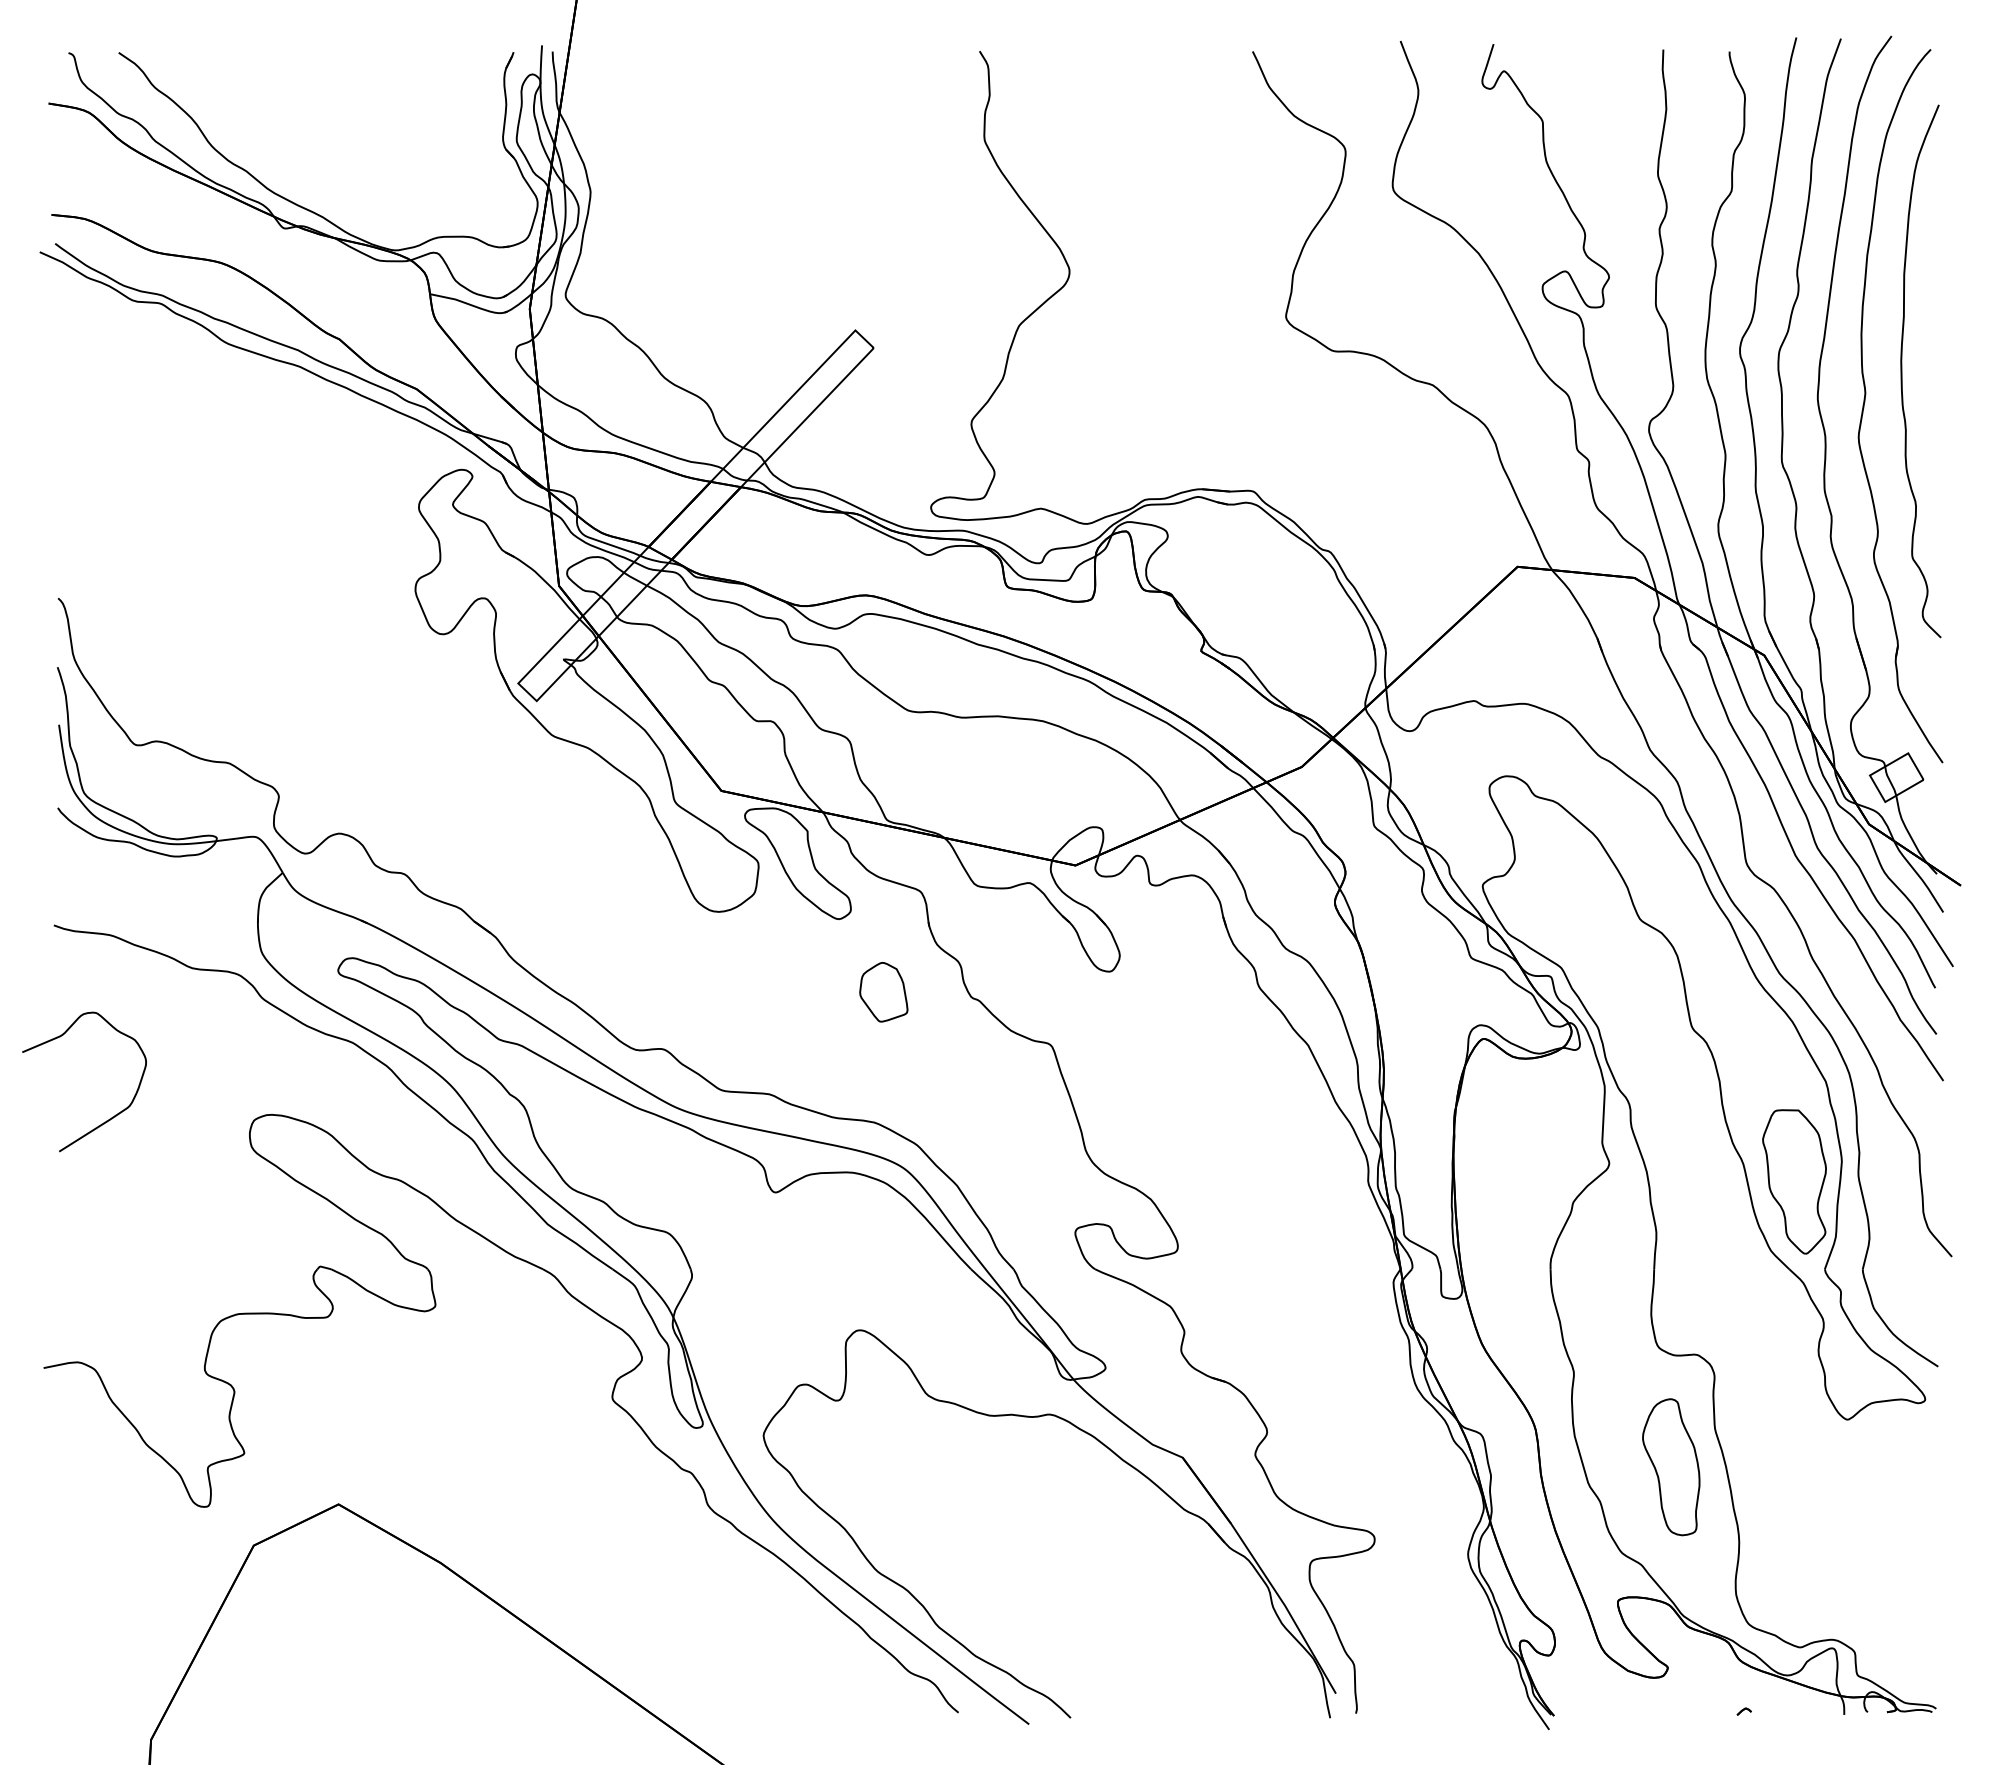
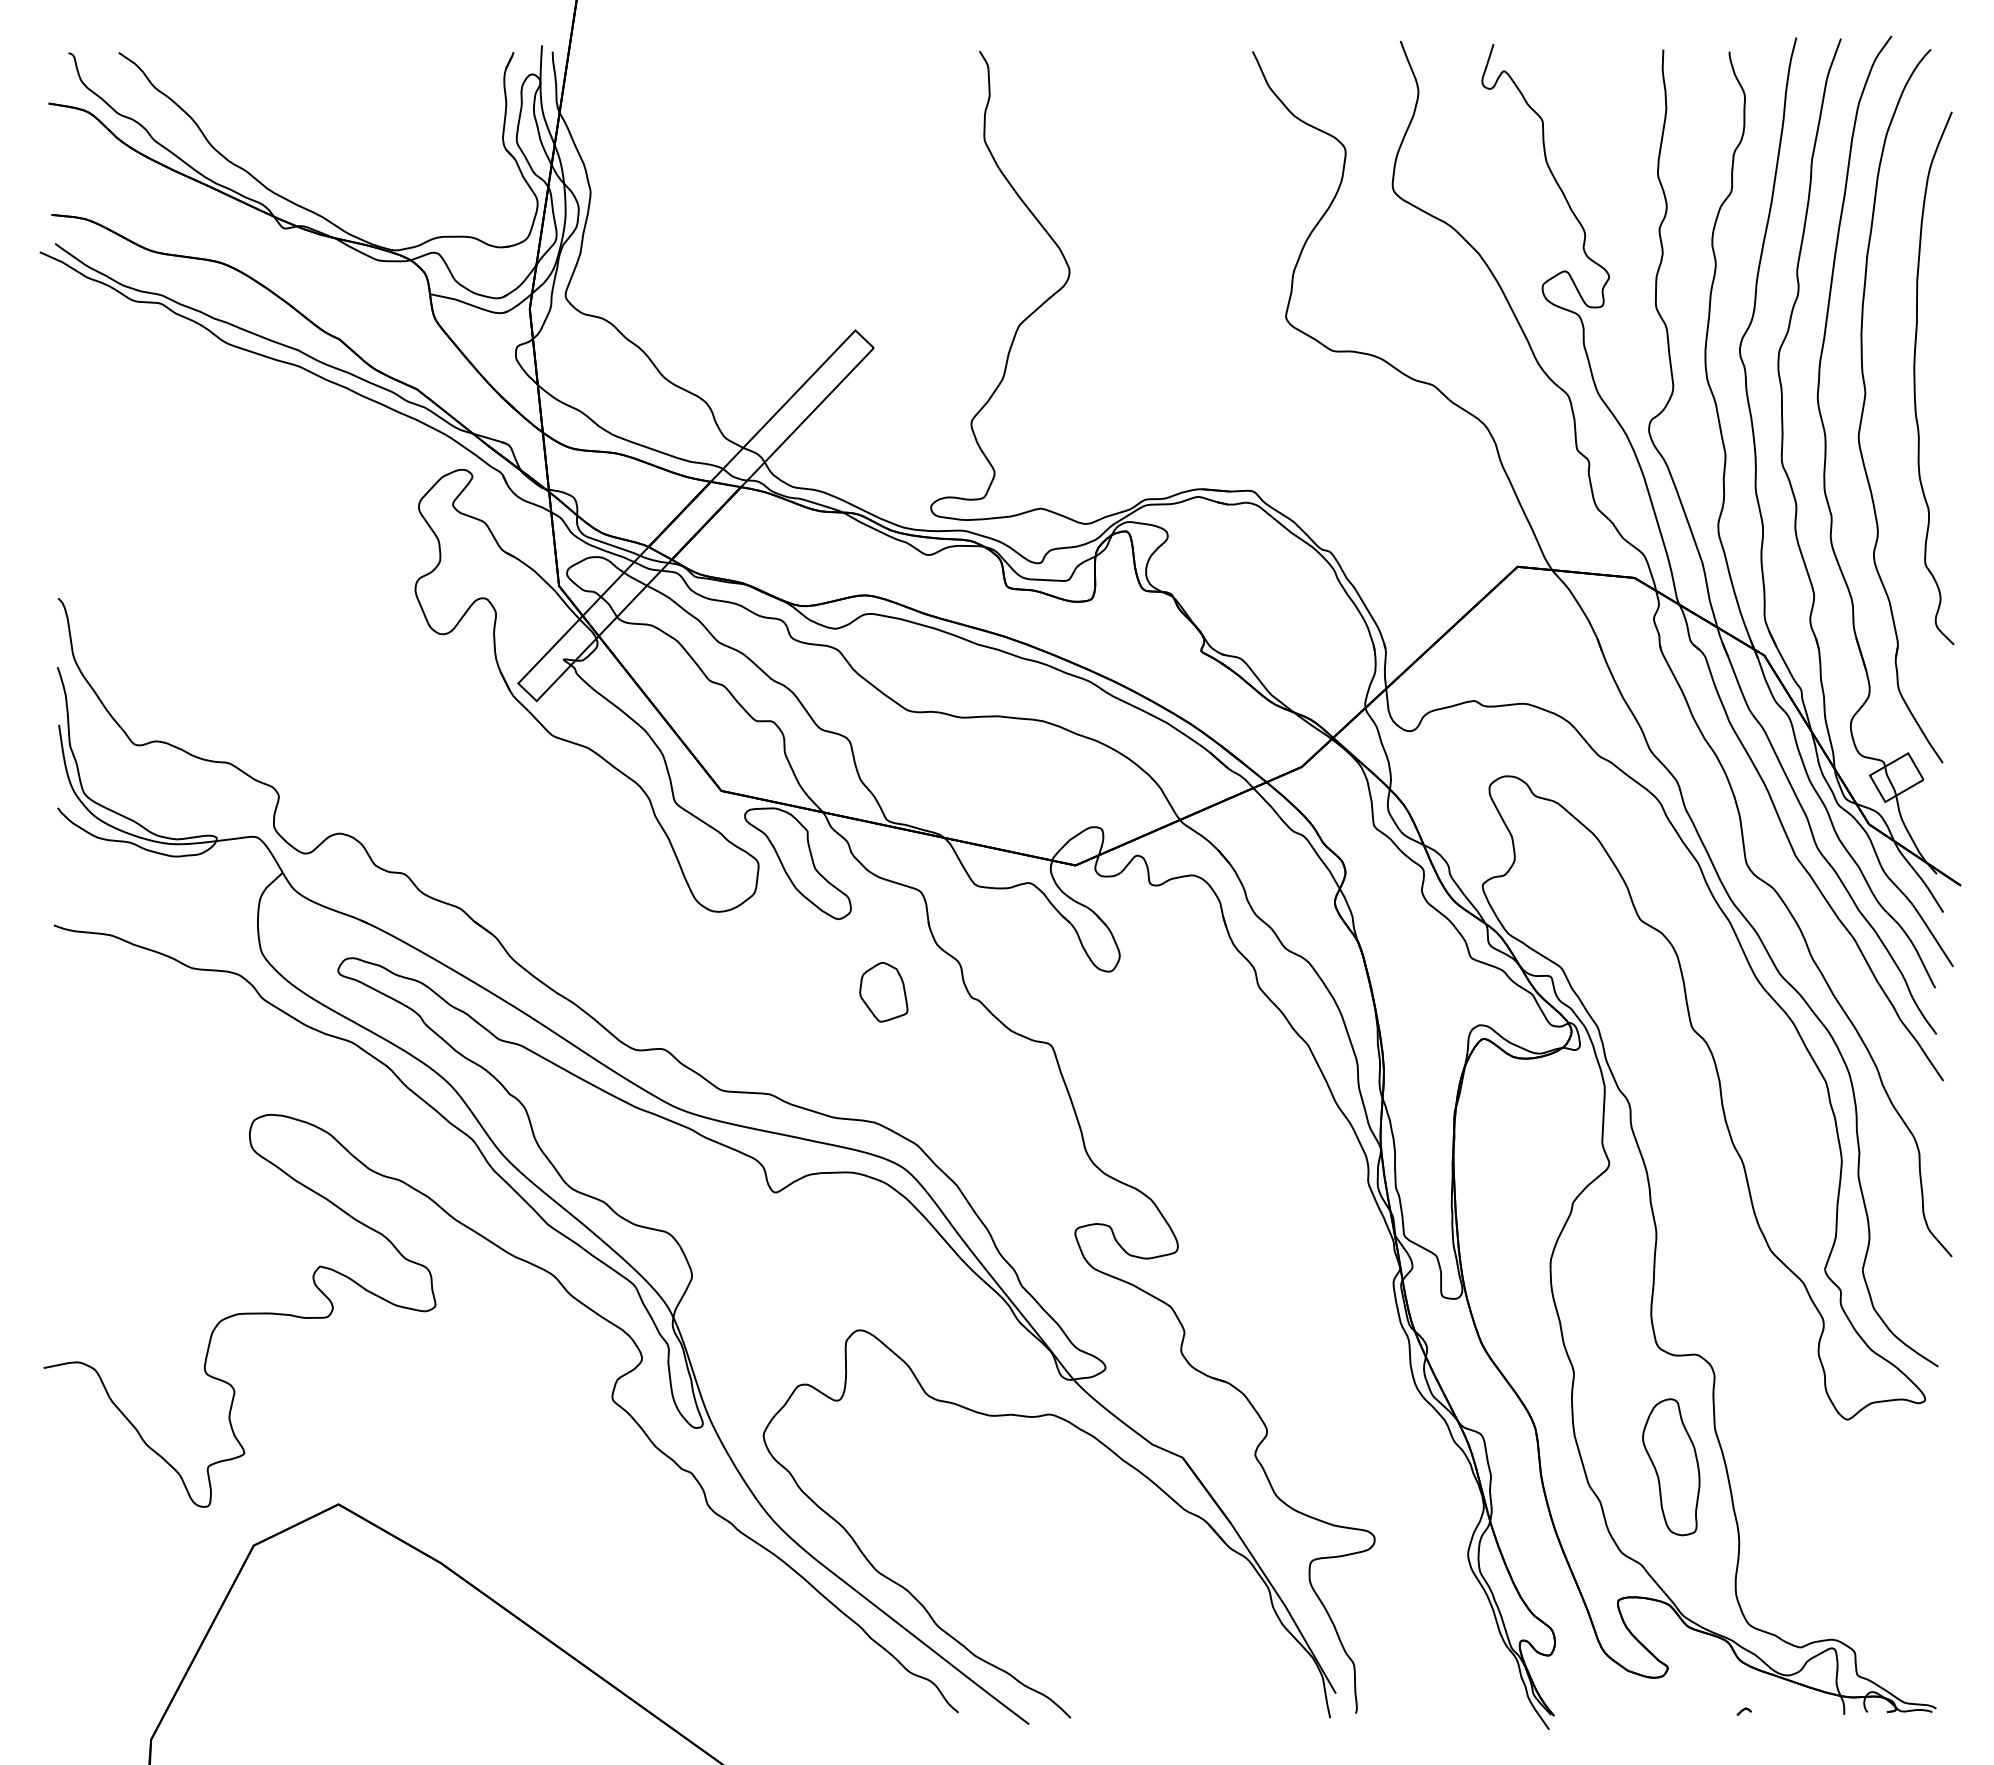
curve at (1902, 371) position: (1902, 371) -> (1915, 378)
curve at (109, 1118): present -> none
part at (1794, 1181): present -> none
